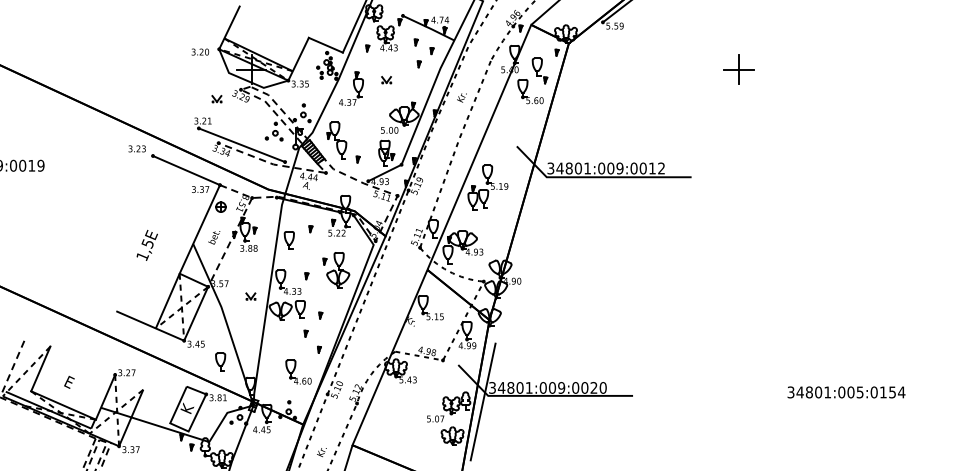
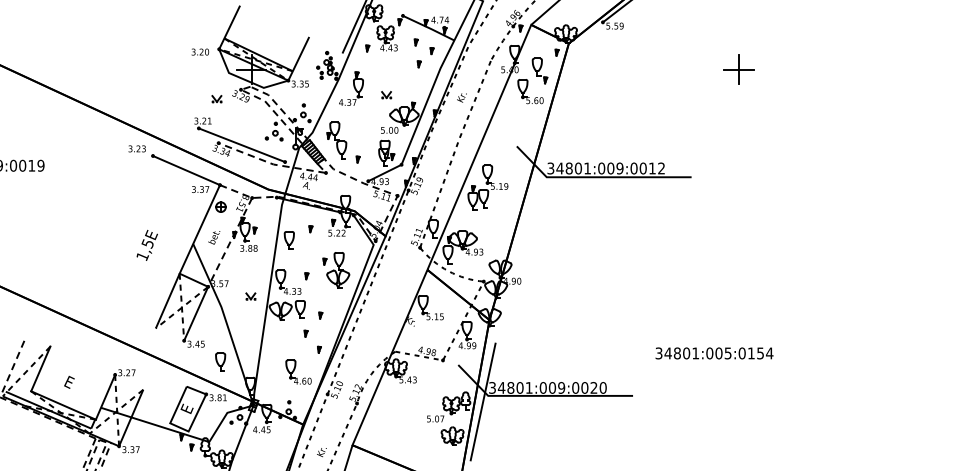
line at (325, 44): present -> none
part at (386, 80) position: (386, 80) -> (386, 95)
line at (150, 325): present -> none
text at (846, 392) position: (846, 392) -> (714, 353)
text at (187, 407): K -> E
